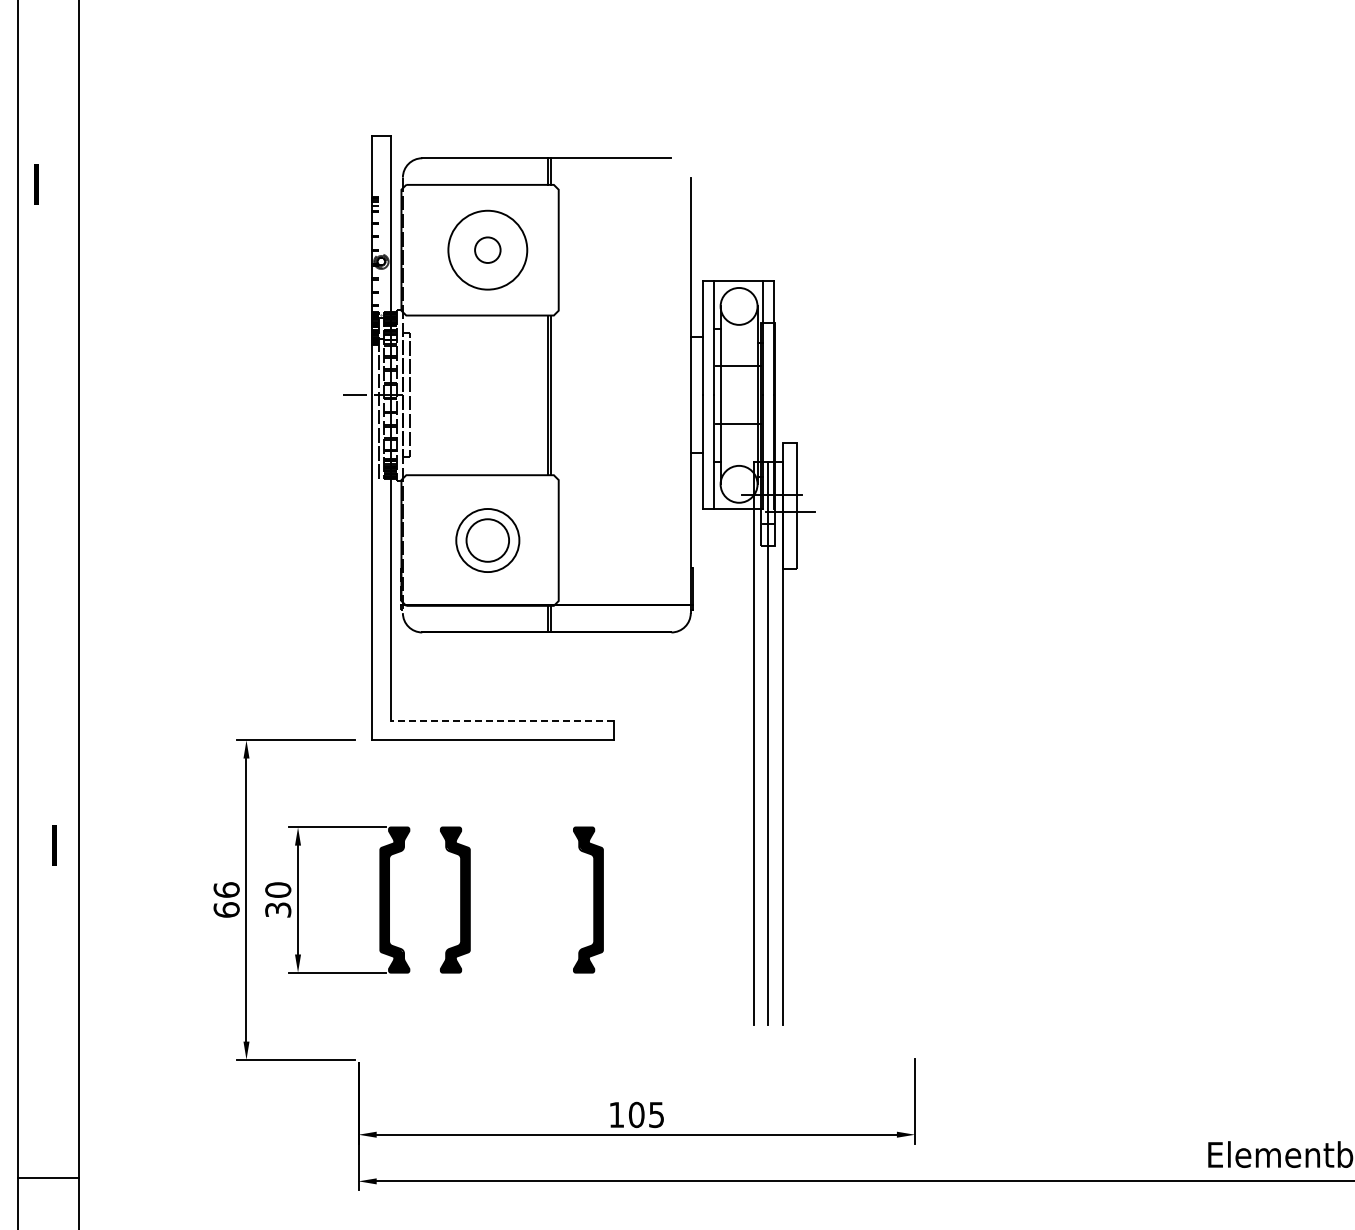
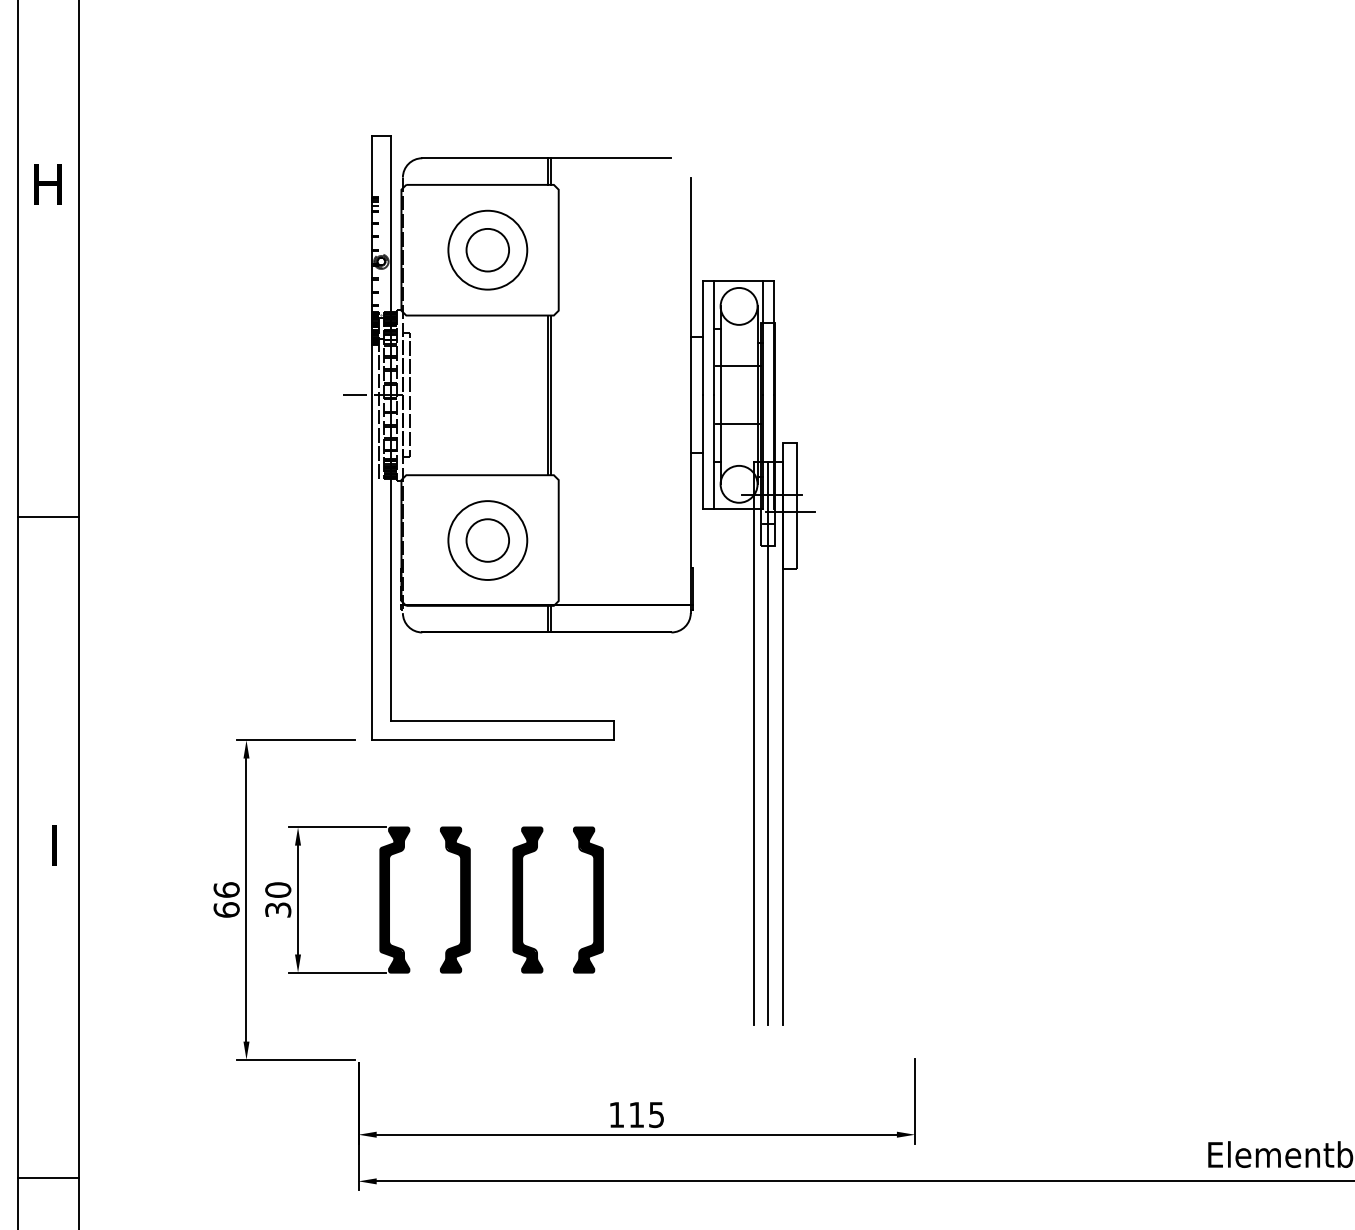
text at (50, 184): I -> H
circle at (487, 249) diameter: 26 px -> 43 px
line at (47, 516): none -> present
circle at (487, 540) diameter: 63 px -> 79 px
line at (502, 721): dashed -> solid
part at (527, 899): none -> present
text at (636, 1114): 105 -> 115
